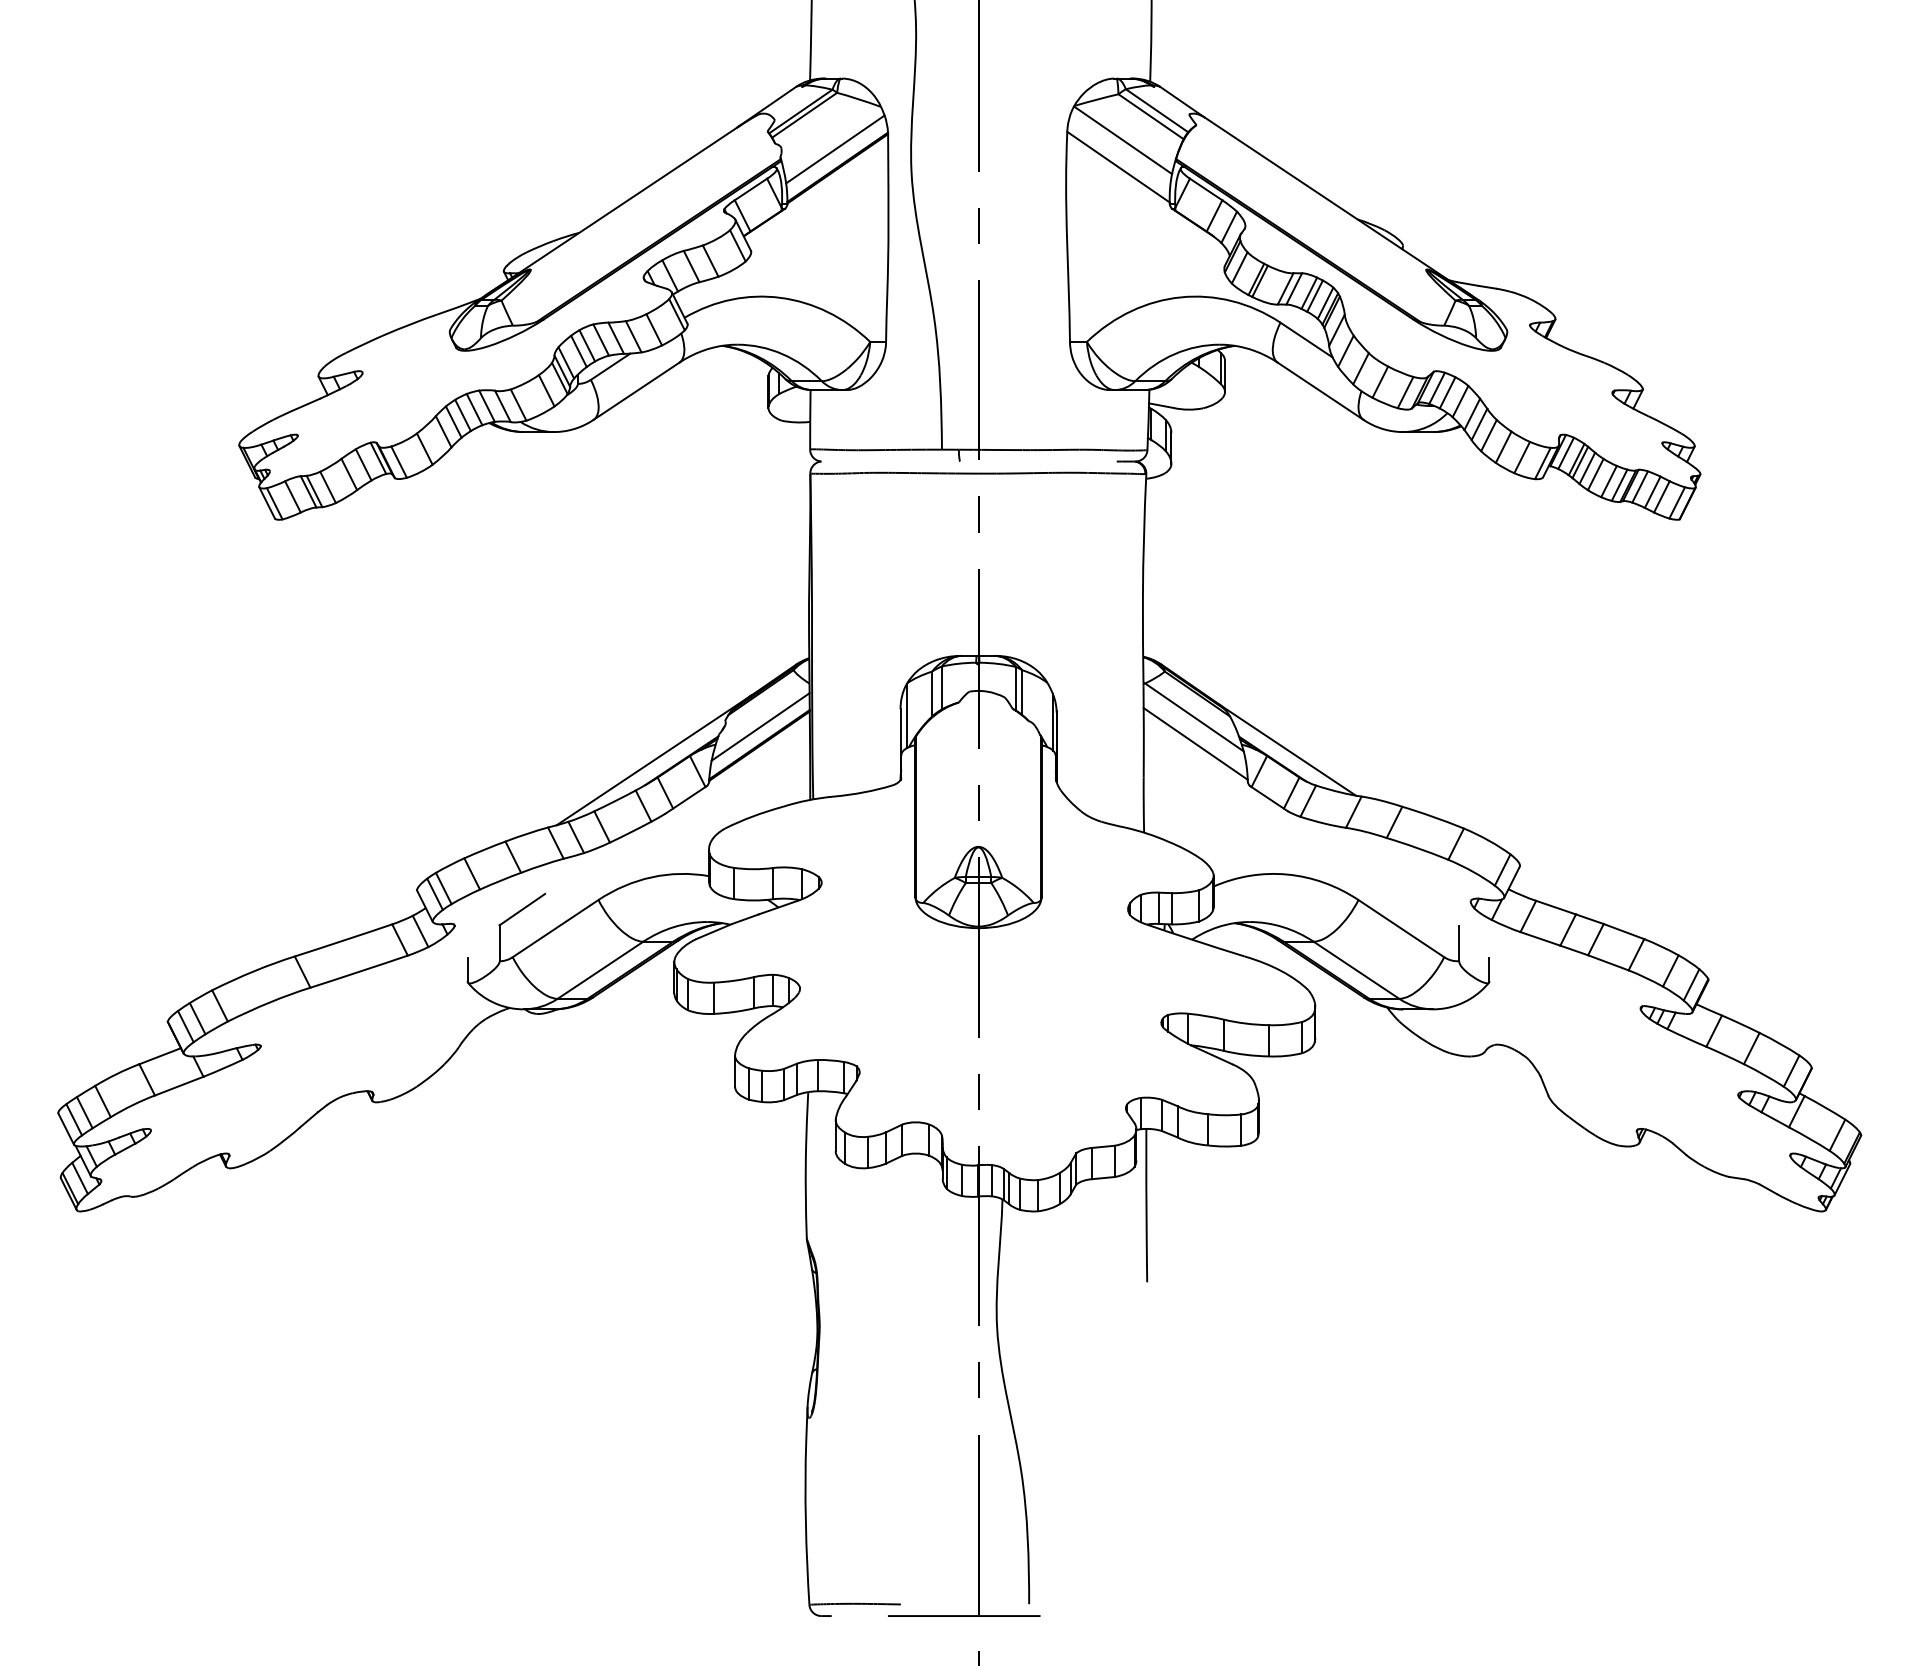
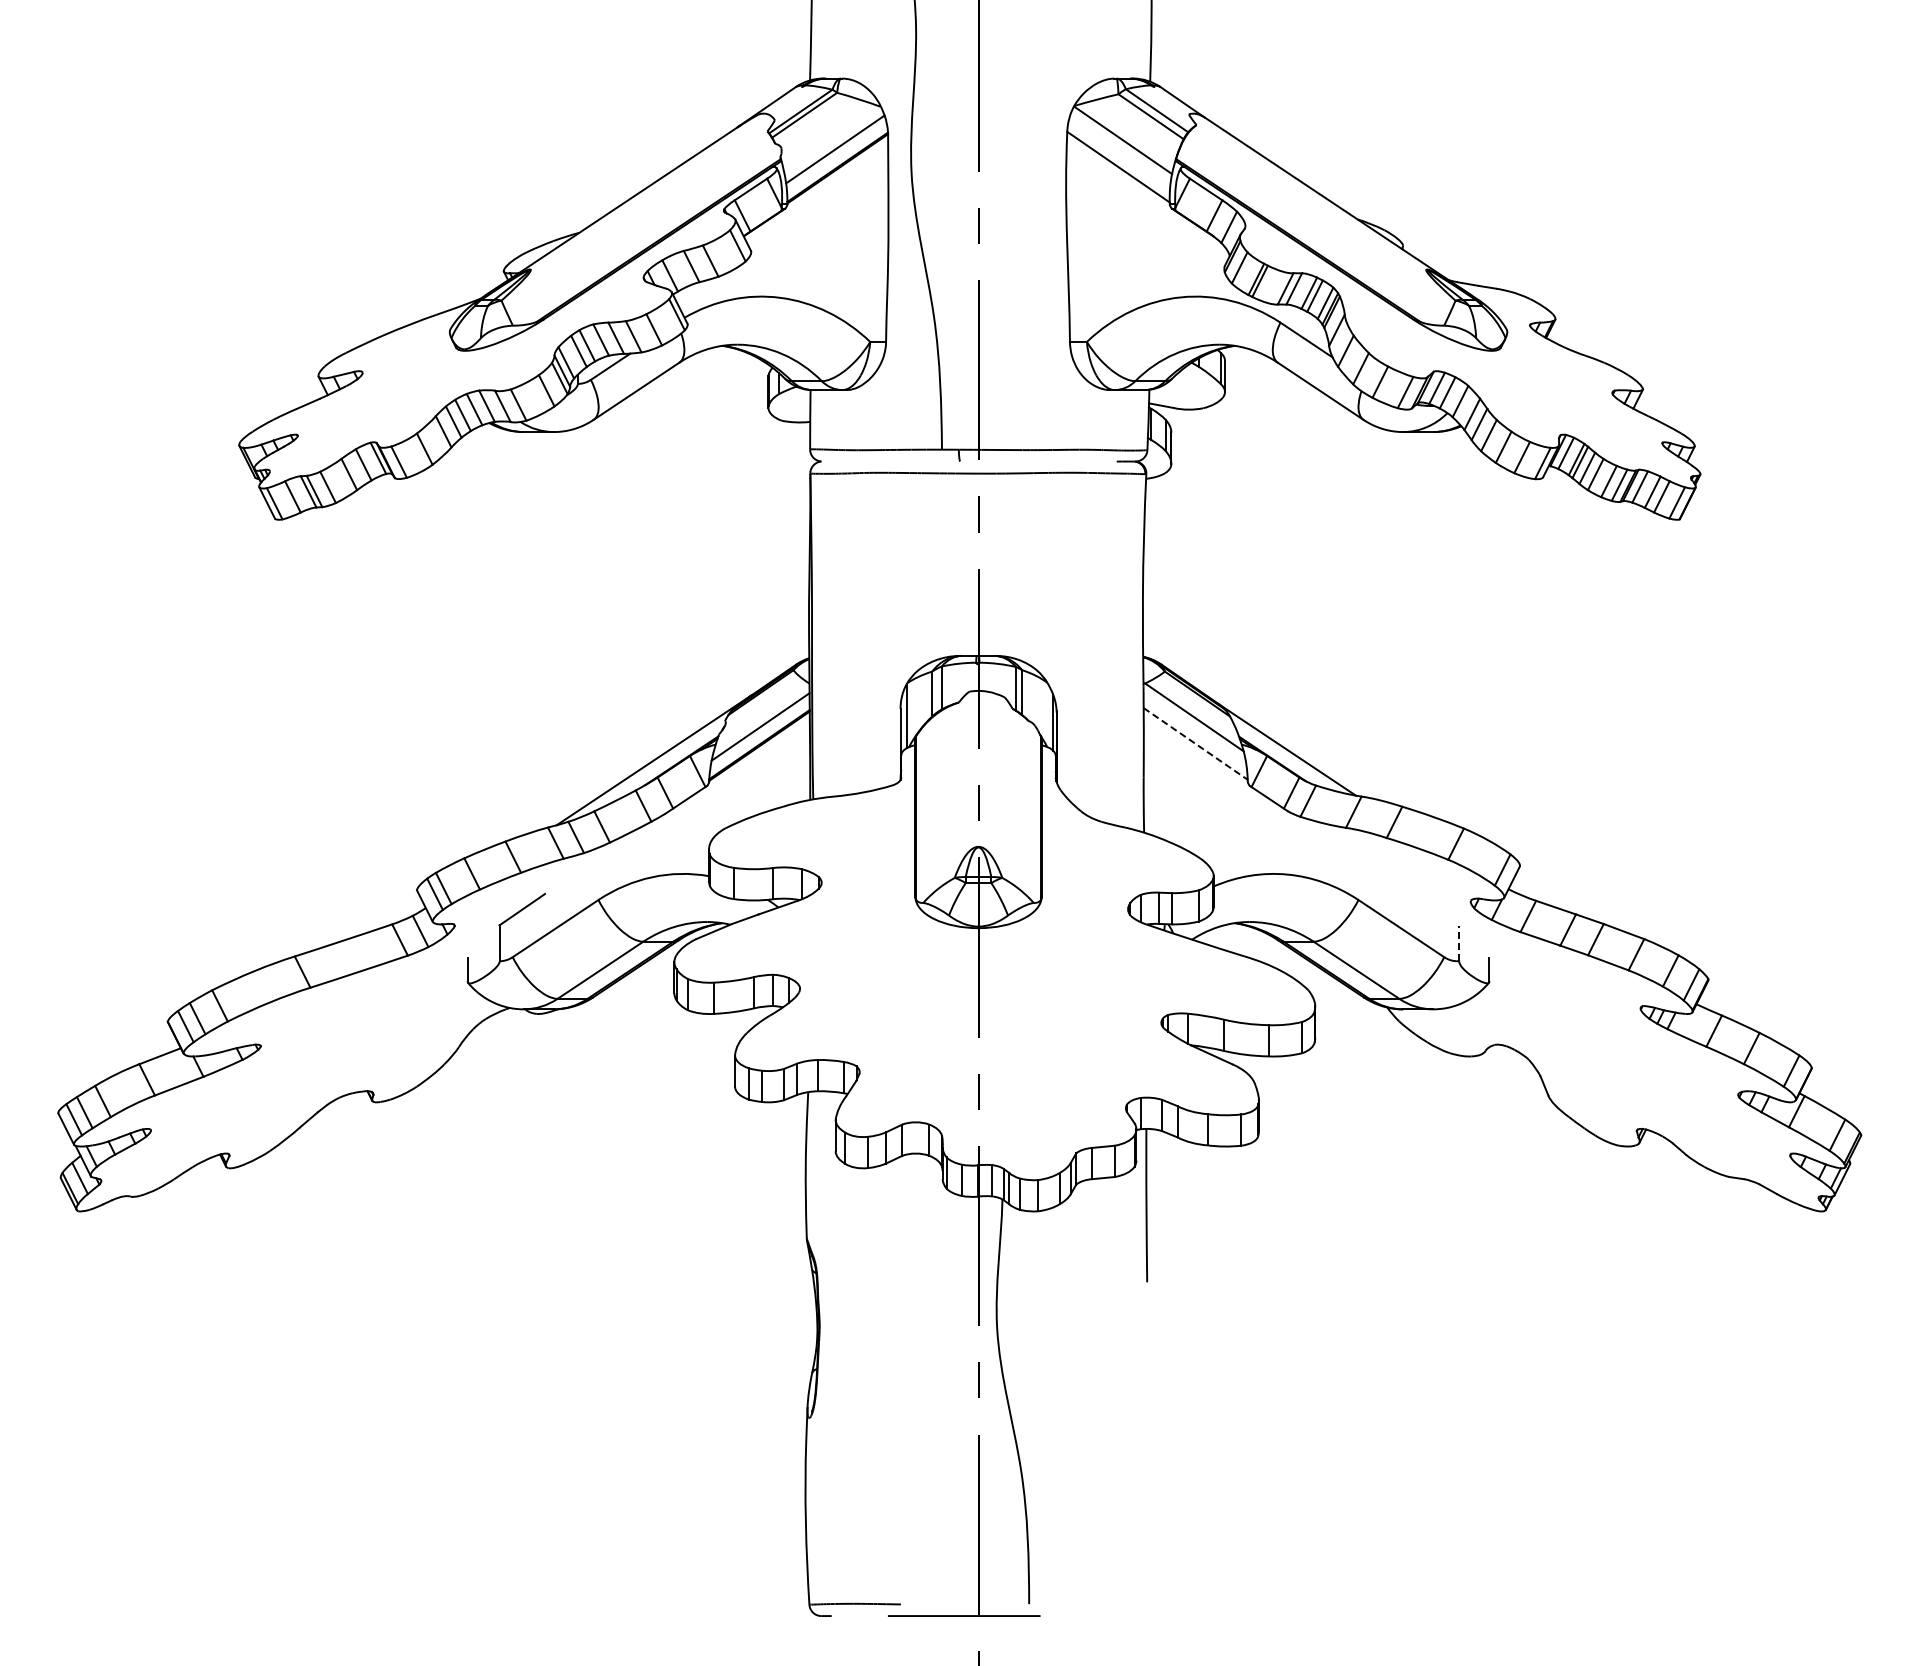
line at (1196, 744): solid -> dashed
line at (1459, 943): solid -> dashed
